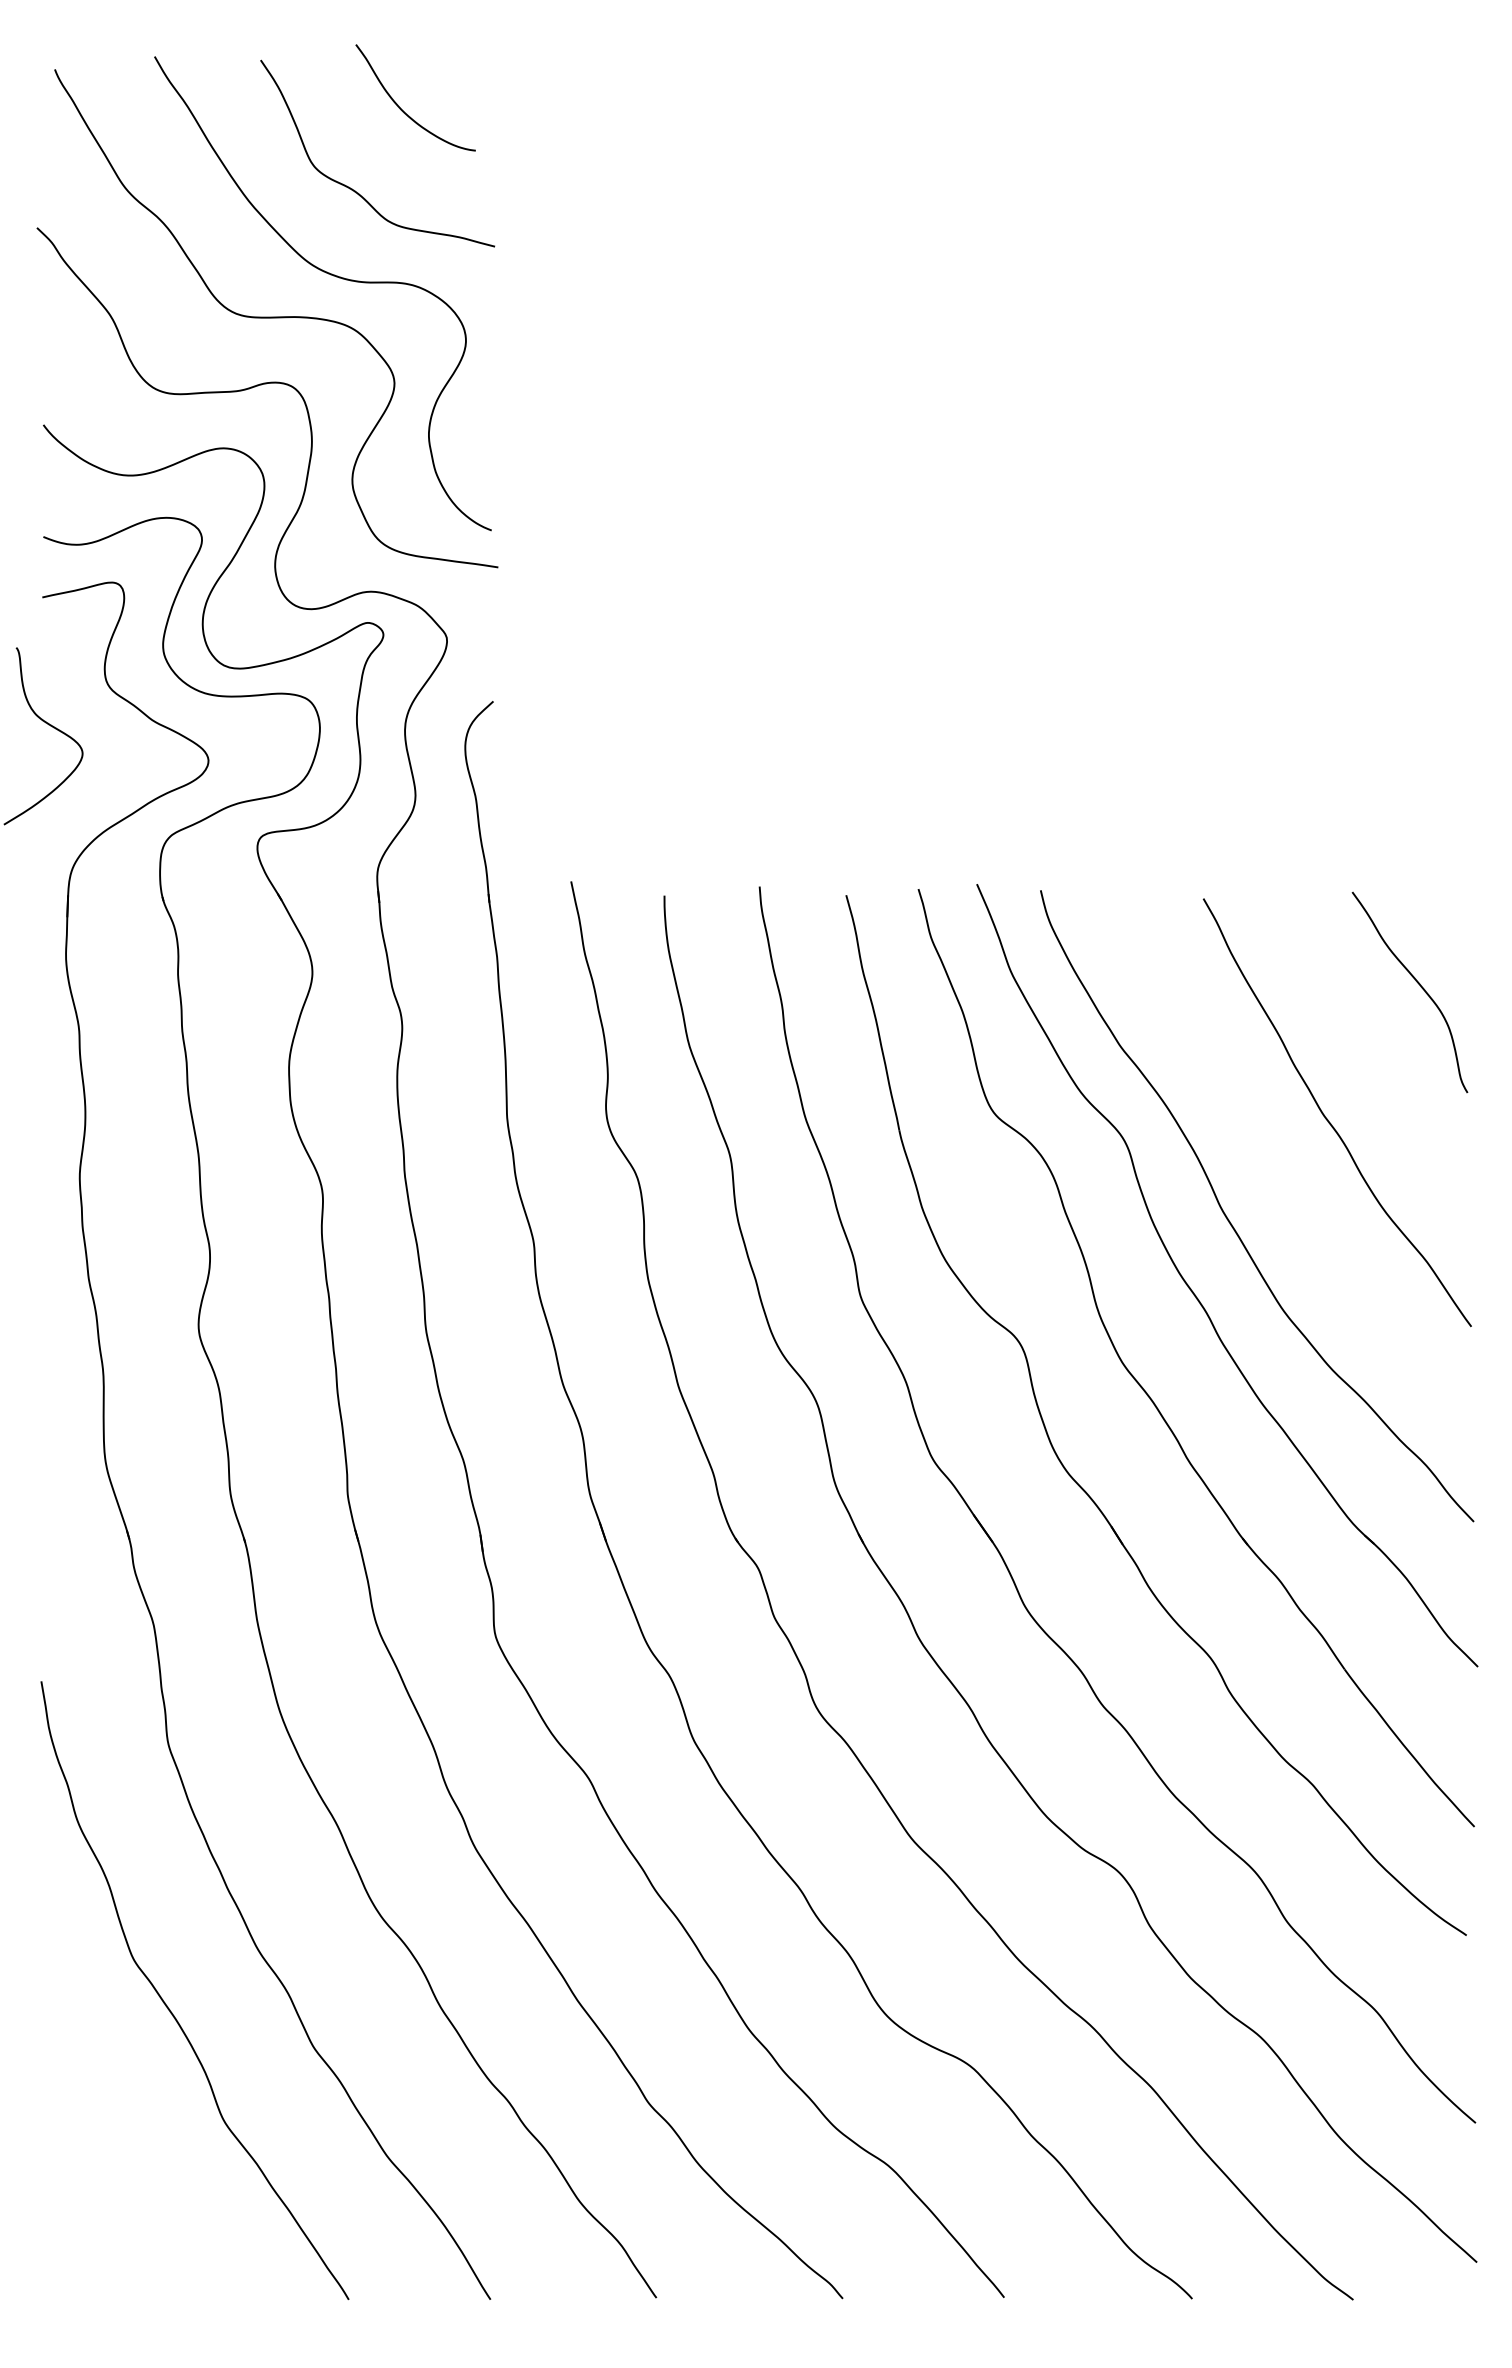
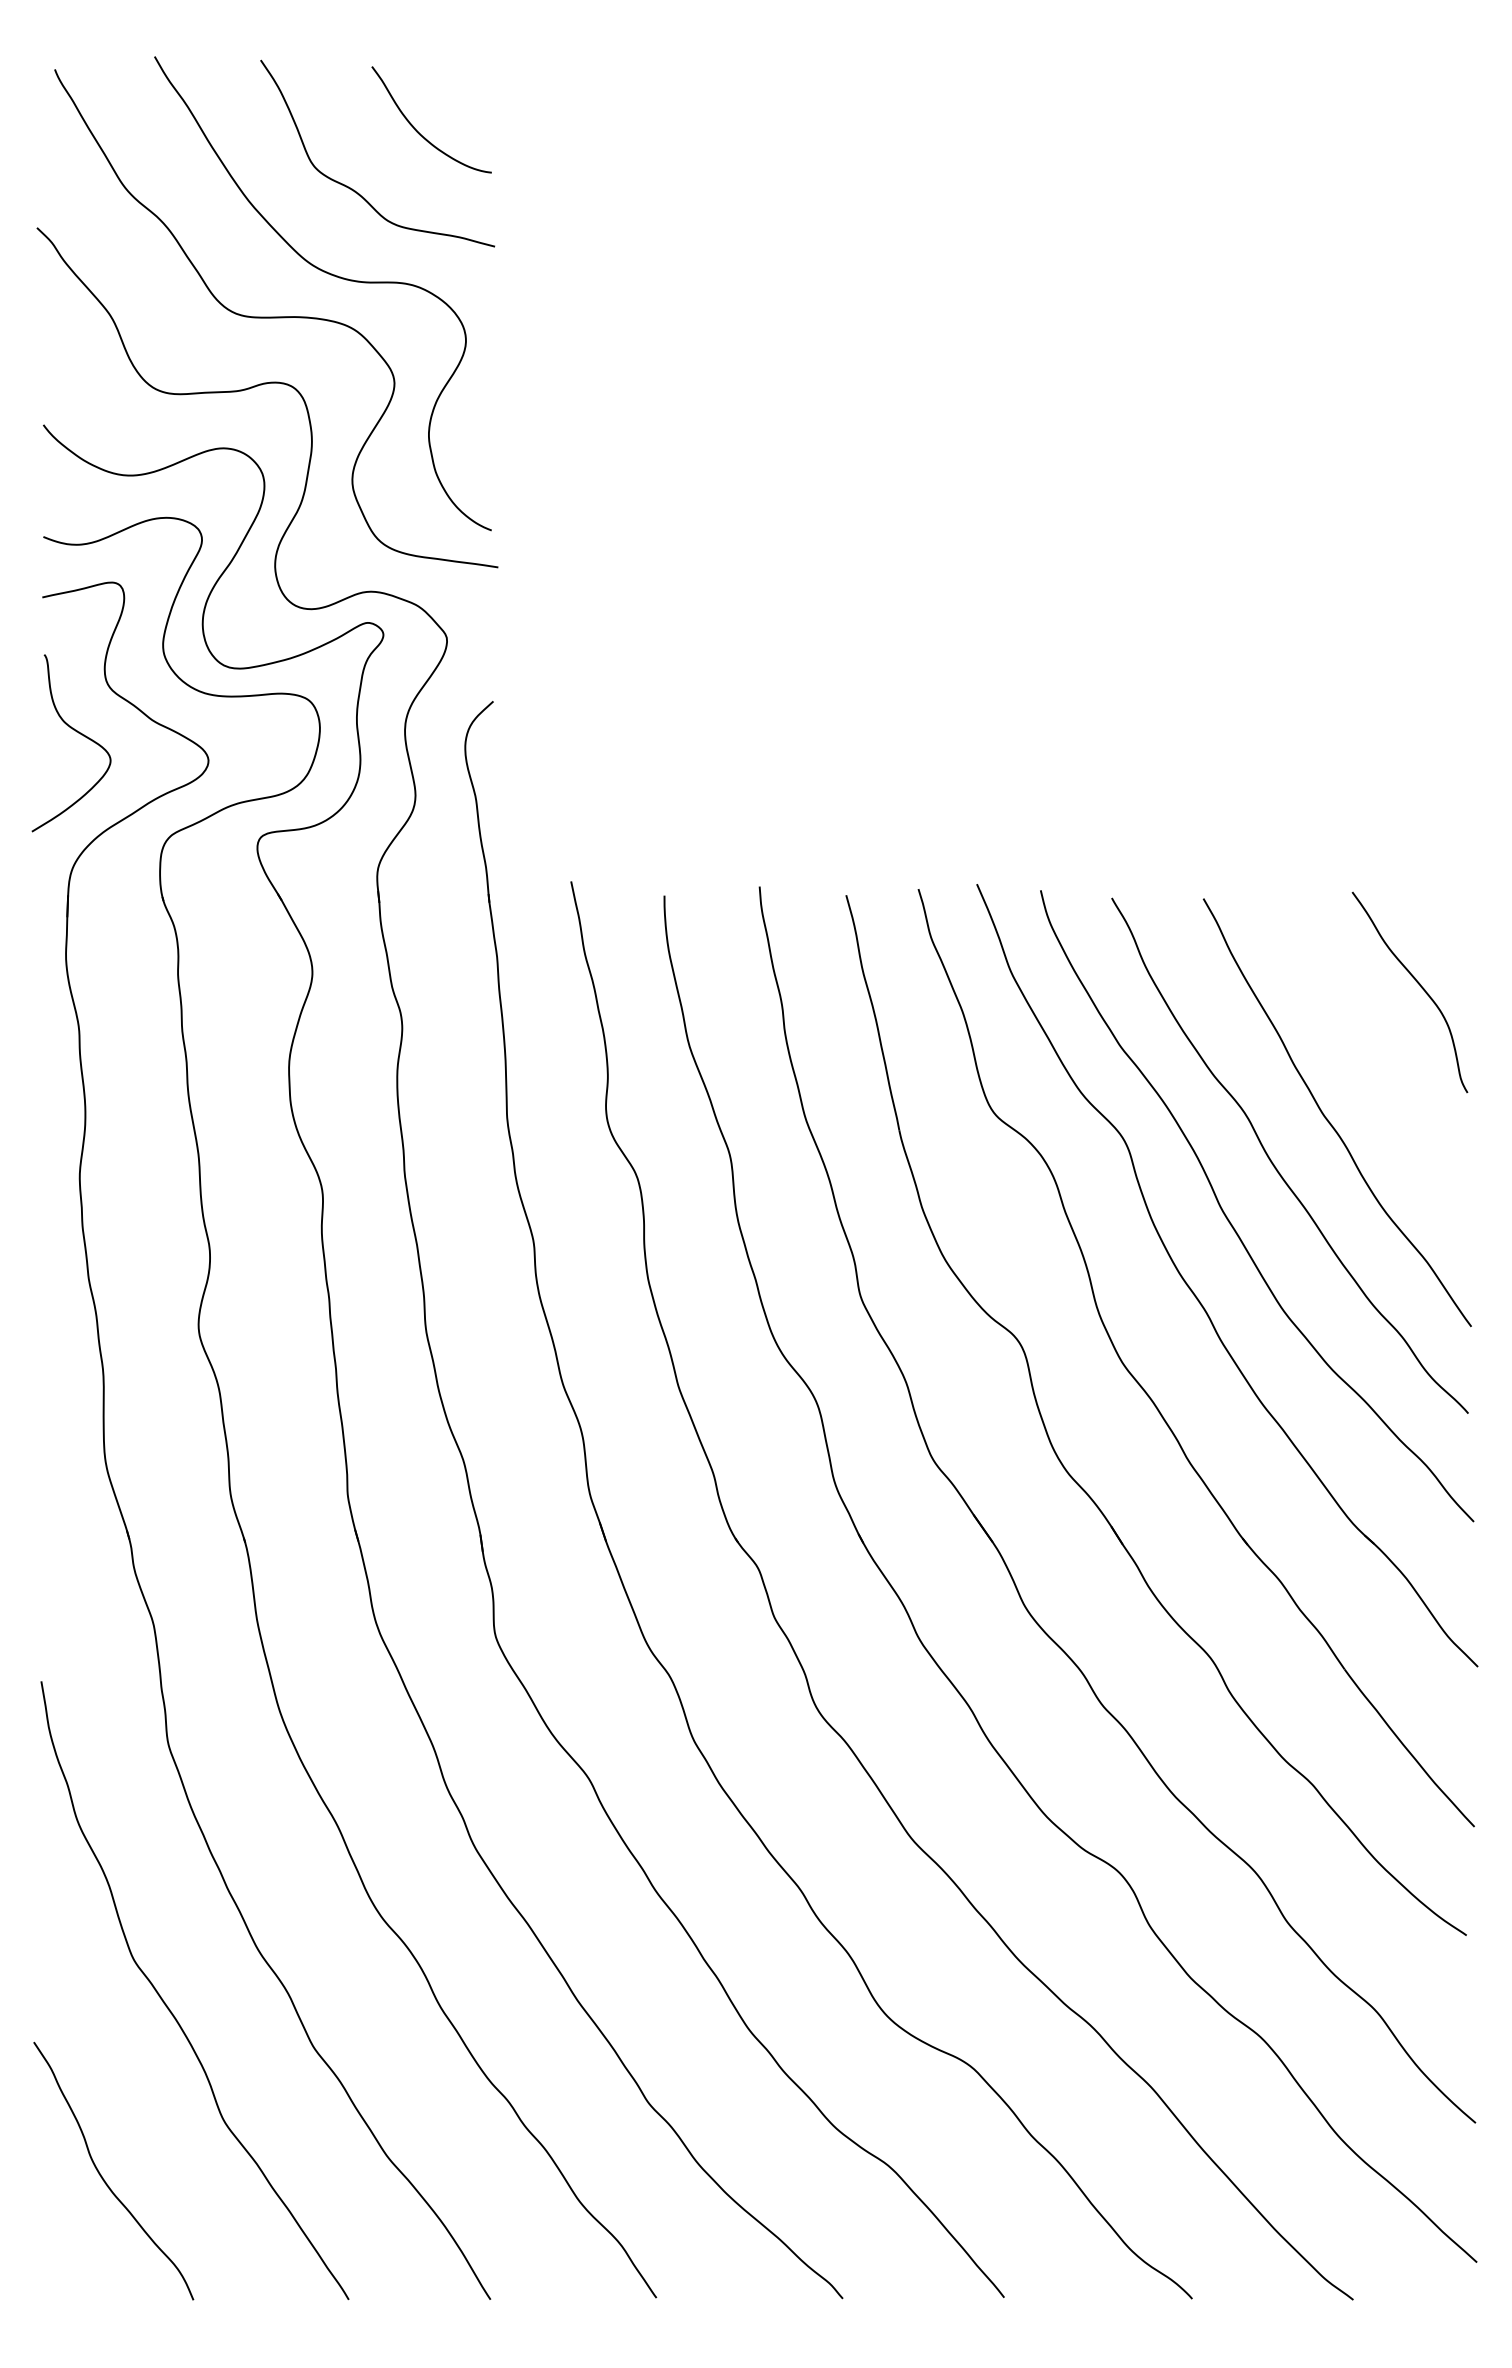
curve at (402, 109) position: (402, 109) -> (418, 131)
curve at (48, 725) position: (48, 725) -> (76, 732)
curve at (1274, 1164): none -> present
curve at (103, 2177): none -> present
